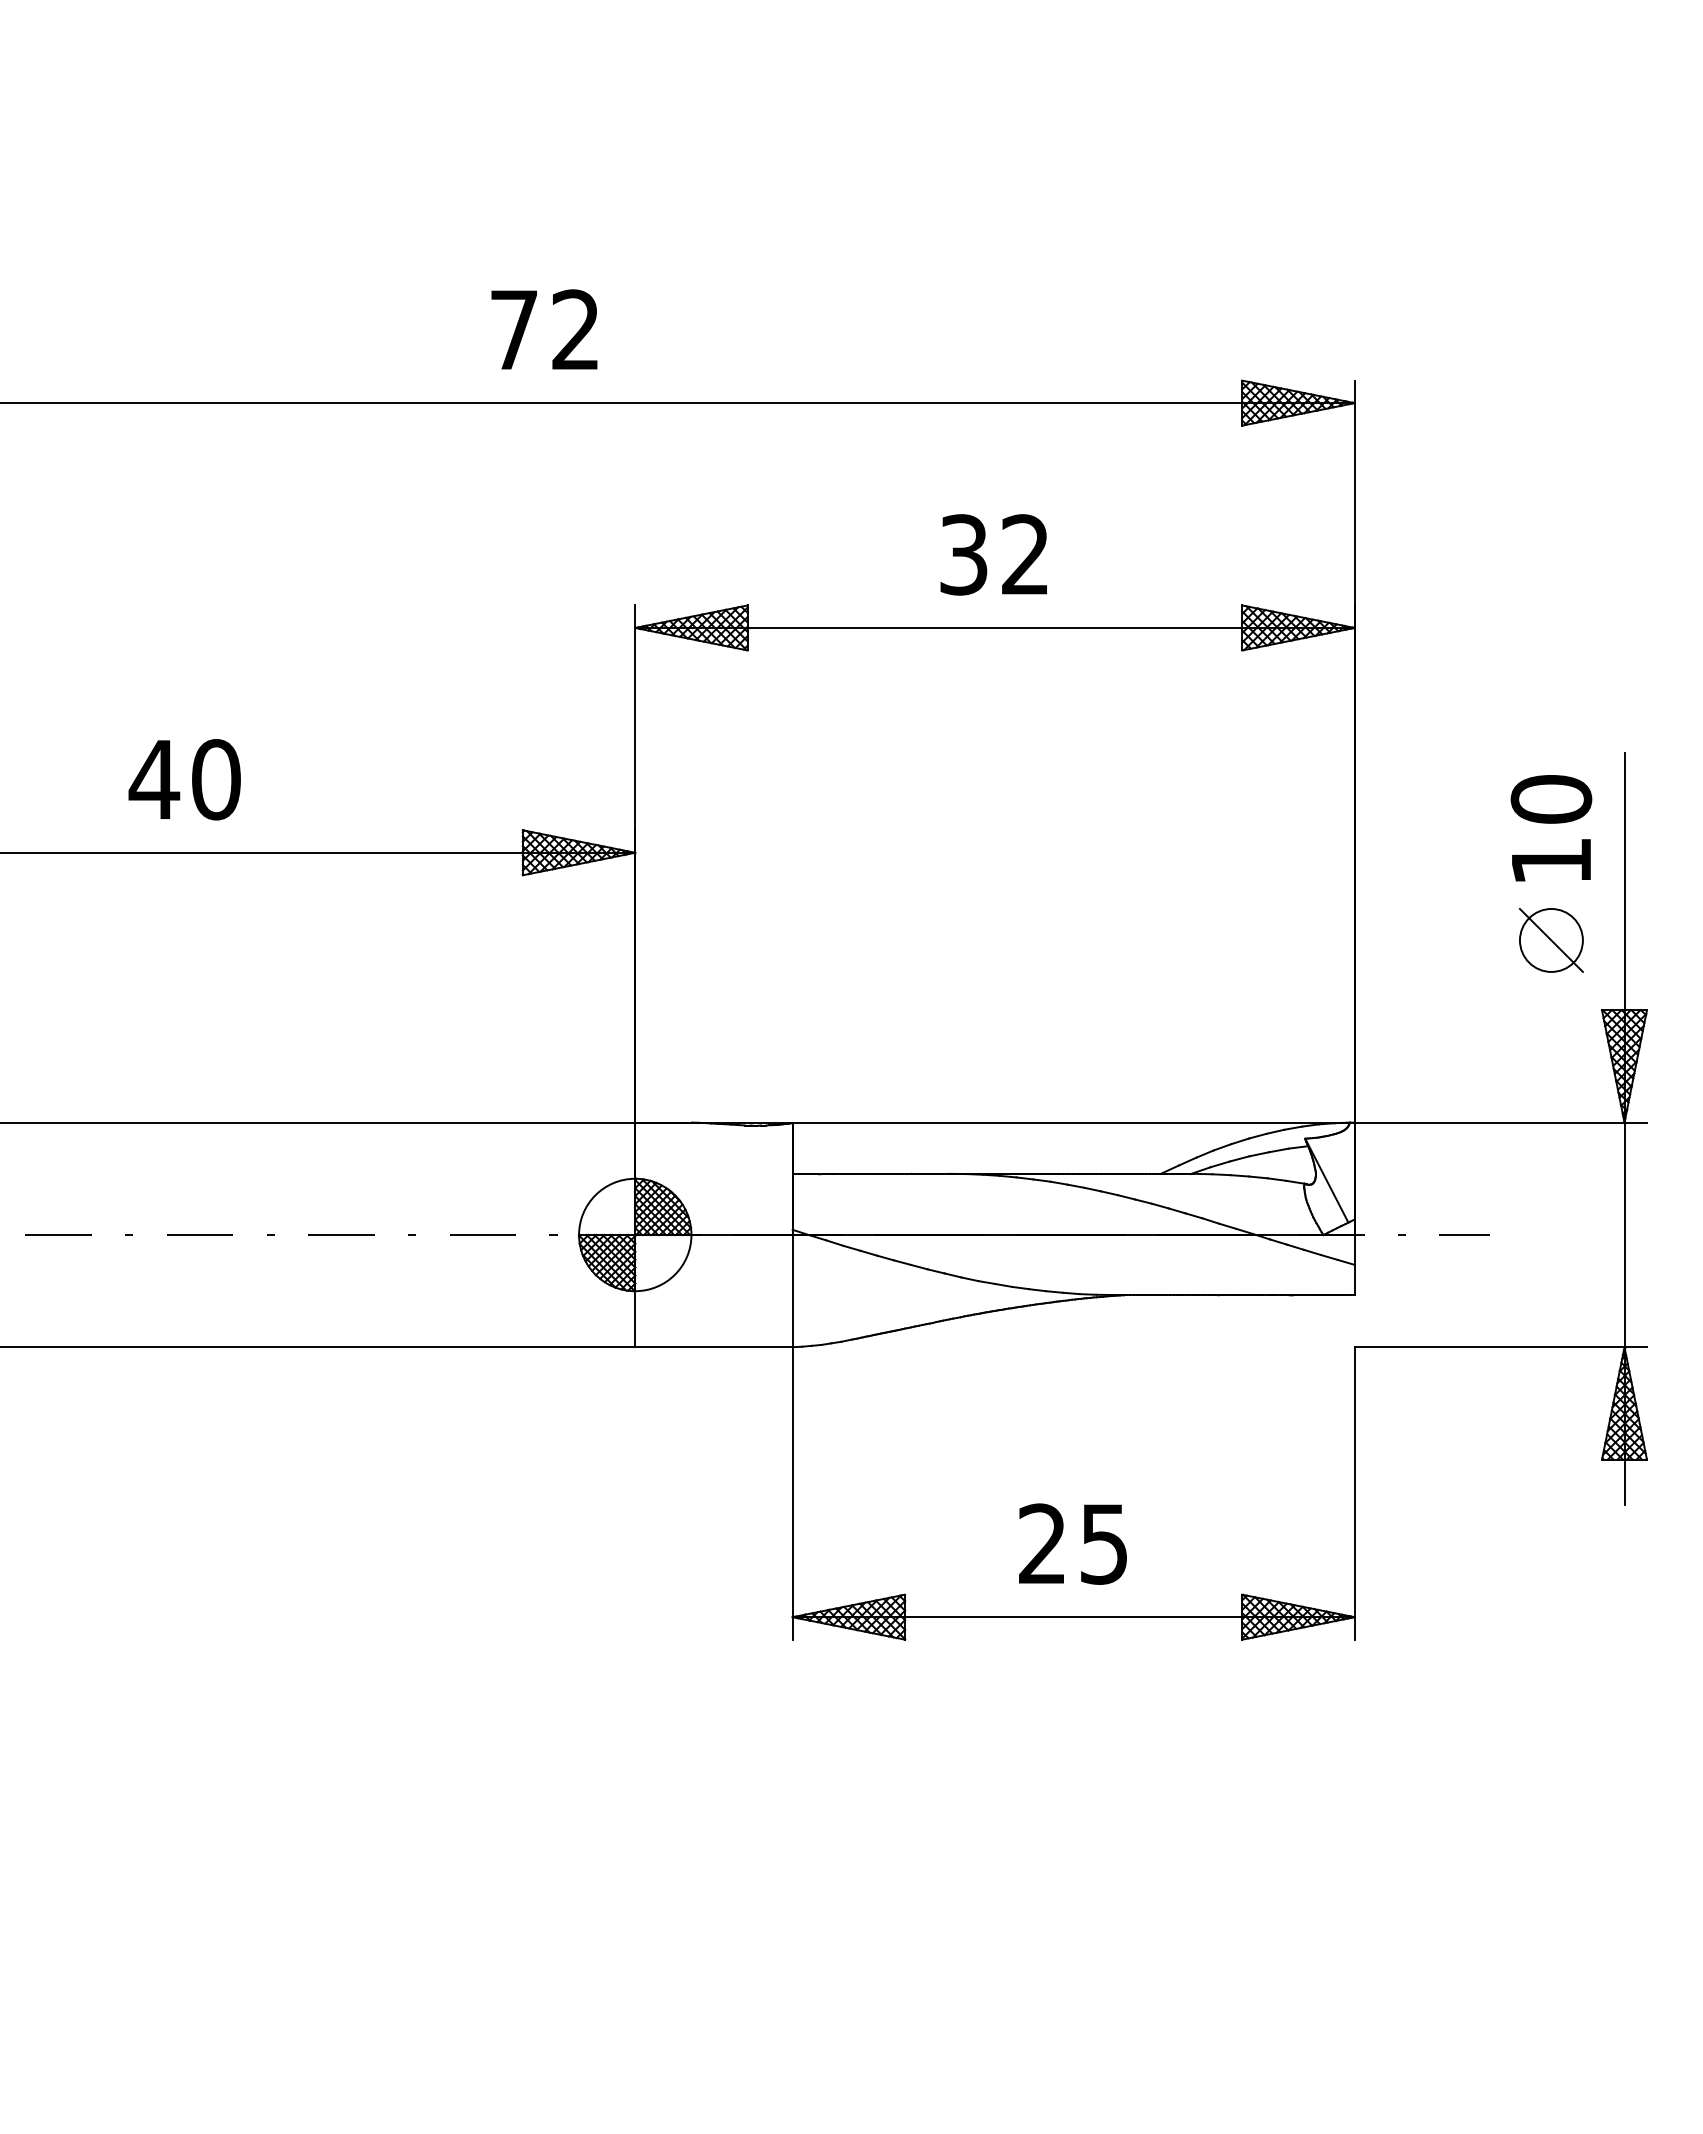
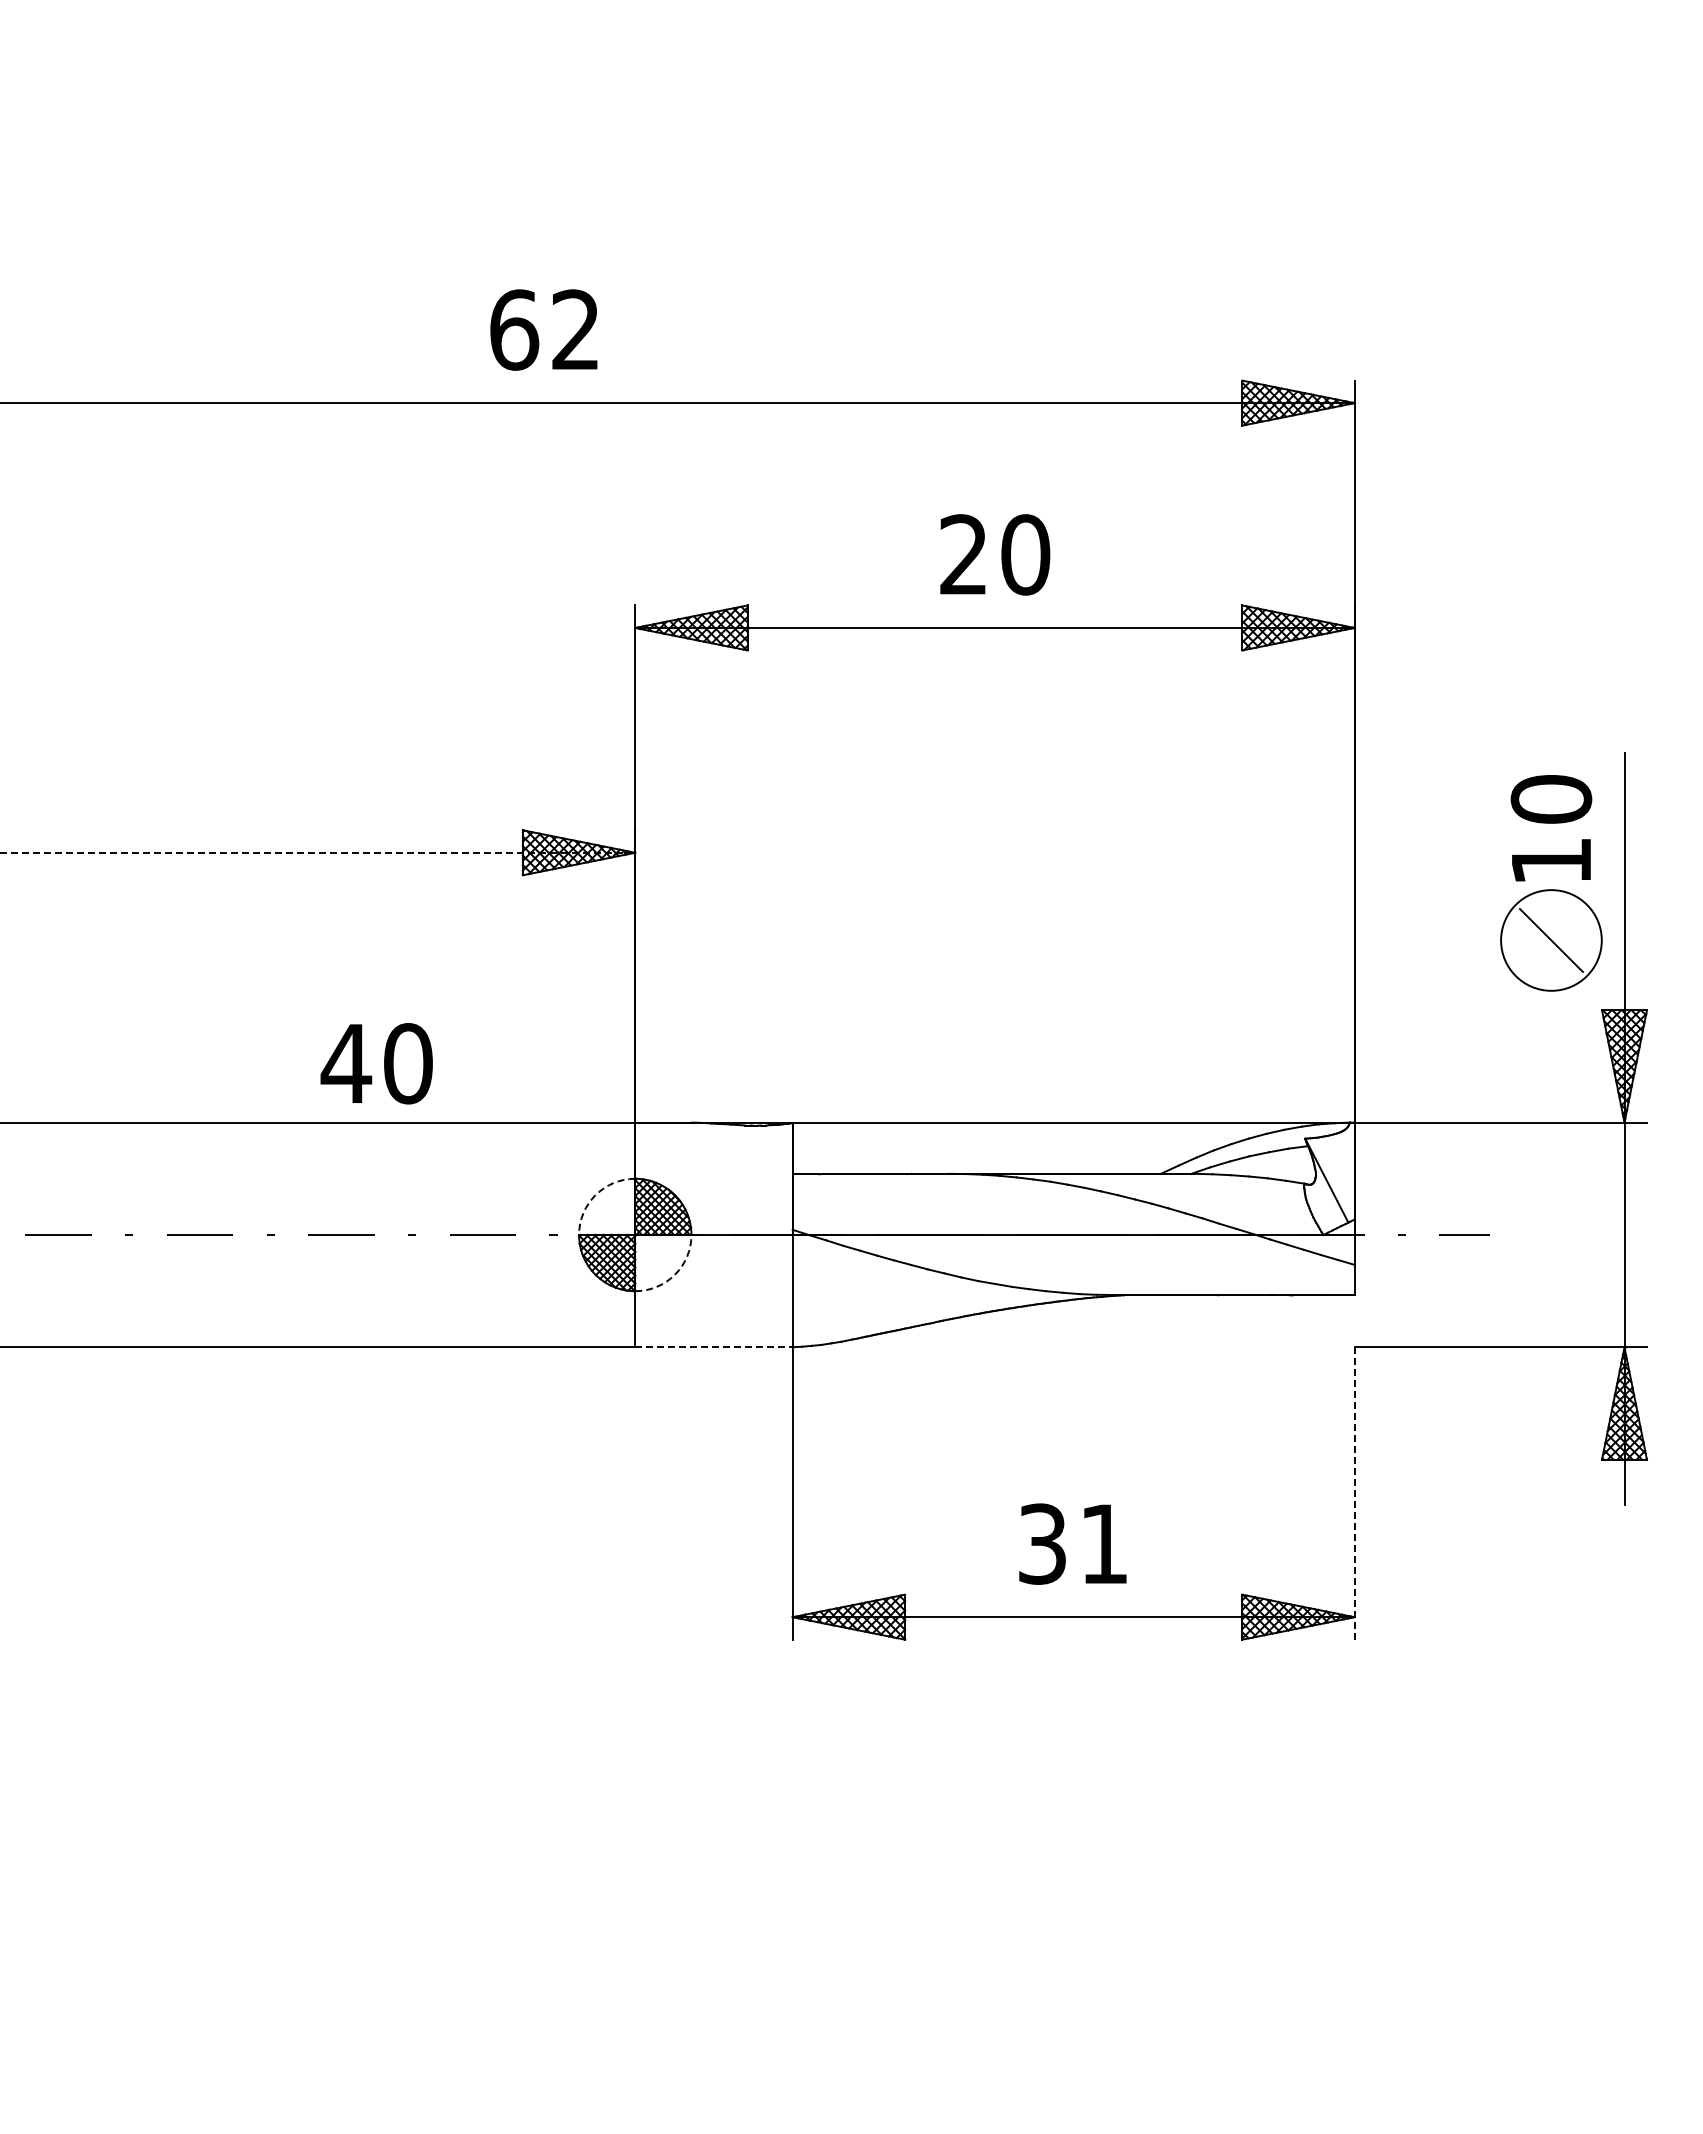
text at (514, 329): 72 -> 62
text at (995, 554): 32 -> 20
text at (184, 779) position: (184, 779) -> (376, 1063)
line at (318, 852): solid -> dashed
circle at (1550, 940) diameter: 63 px -> 101 px
arc at (595, 1195): solid -> dashed
arc at (675, 1274): solid -> dashed
line at (713, 1347): solid -> dashed
line at (1354, 1493): solid -> dashed
text at (1072, 1543): 25 -> 31
